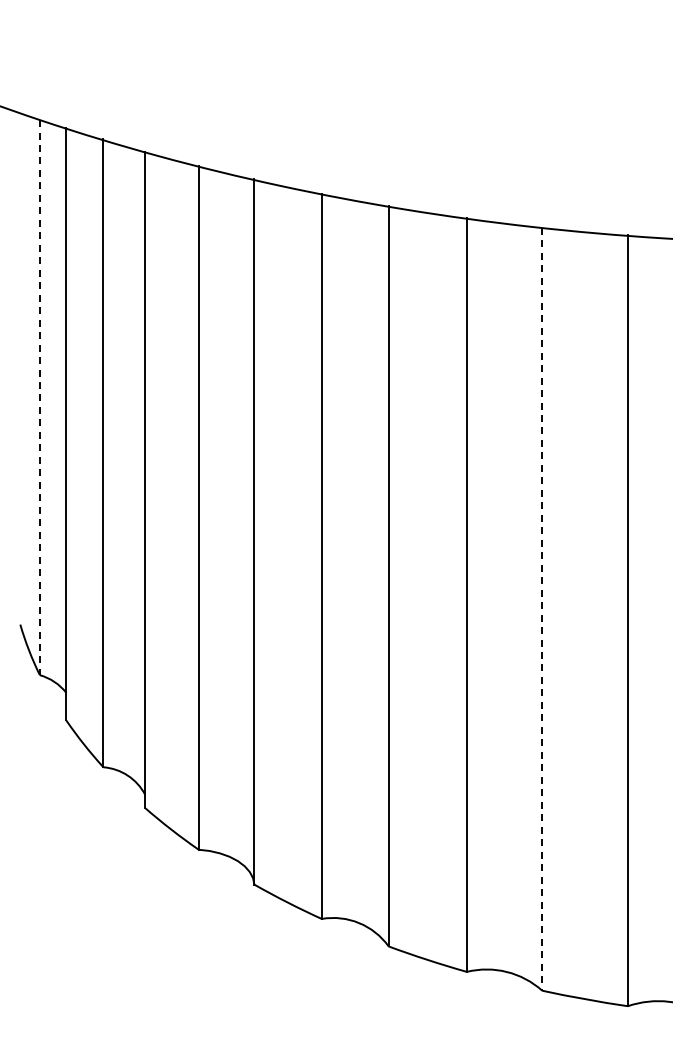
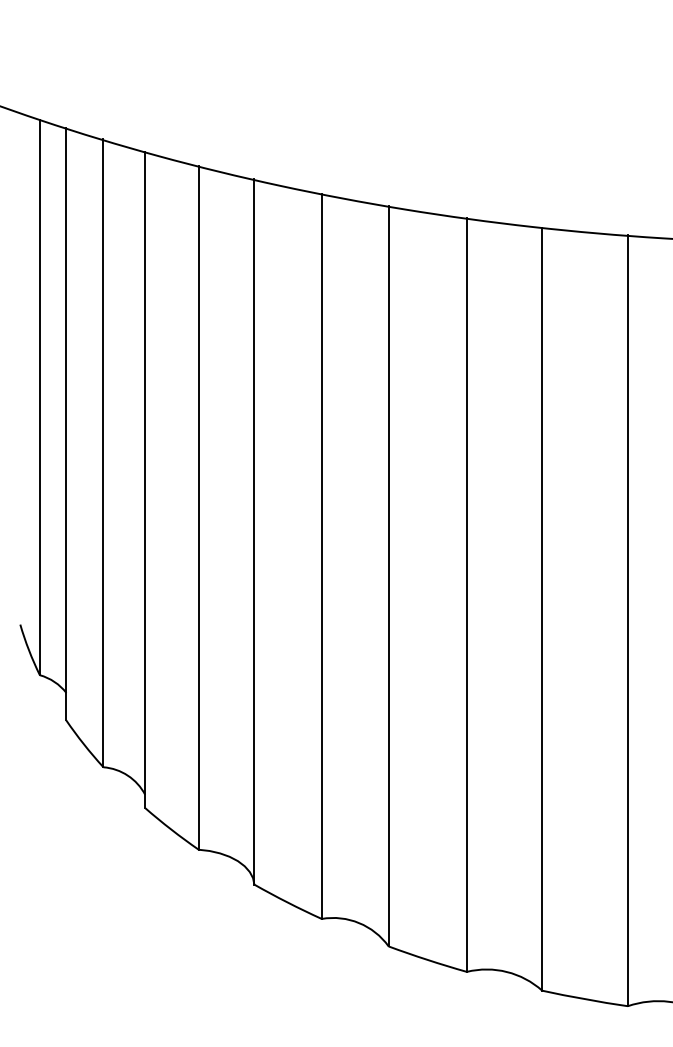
line at (39, 397): dashed -> solid
line at (542, 609): dashed -> solid
